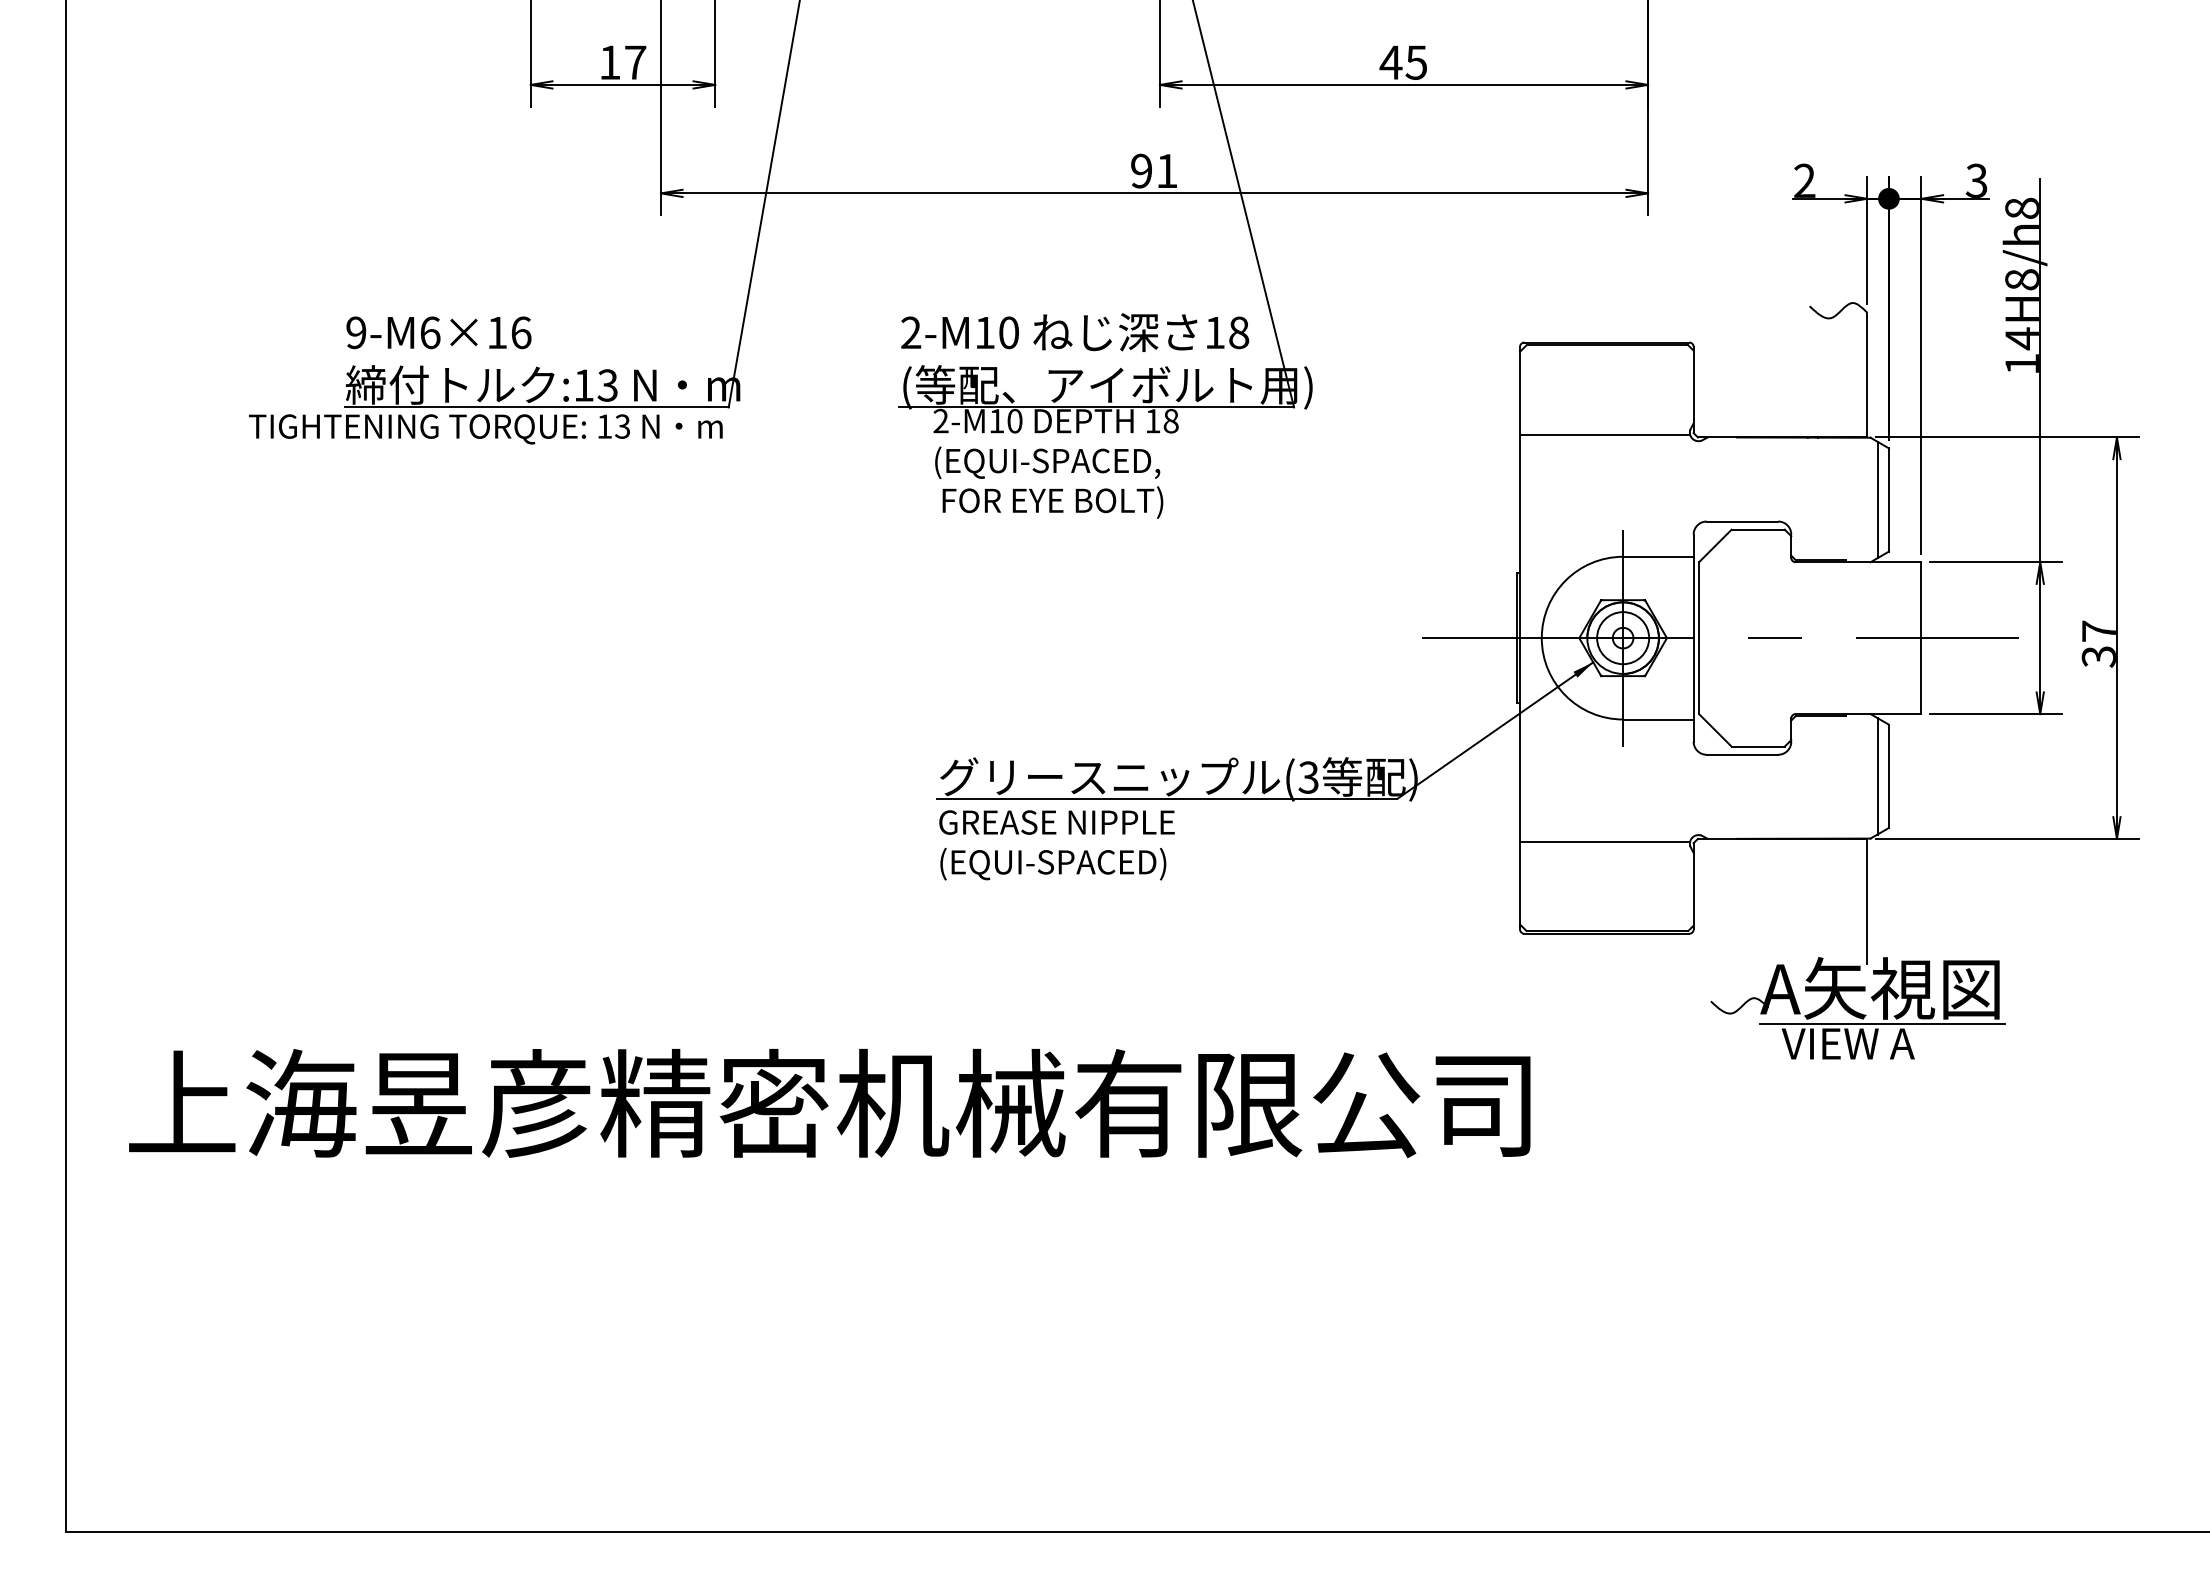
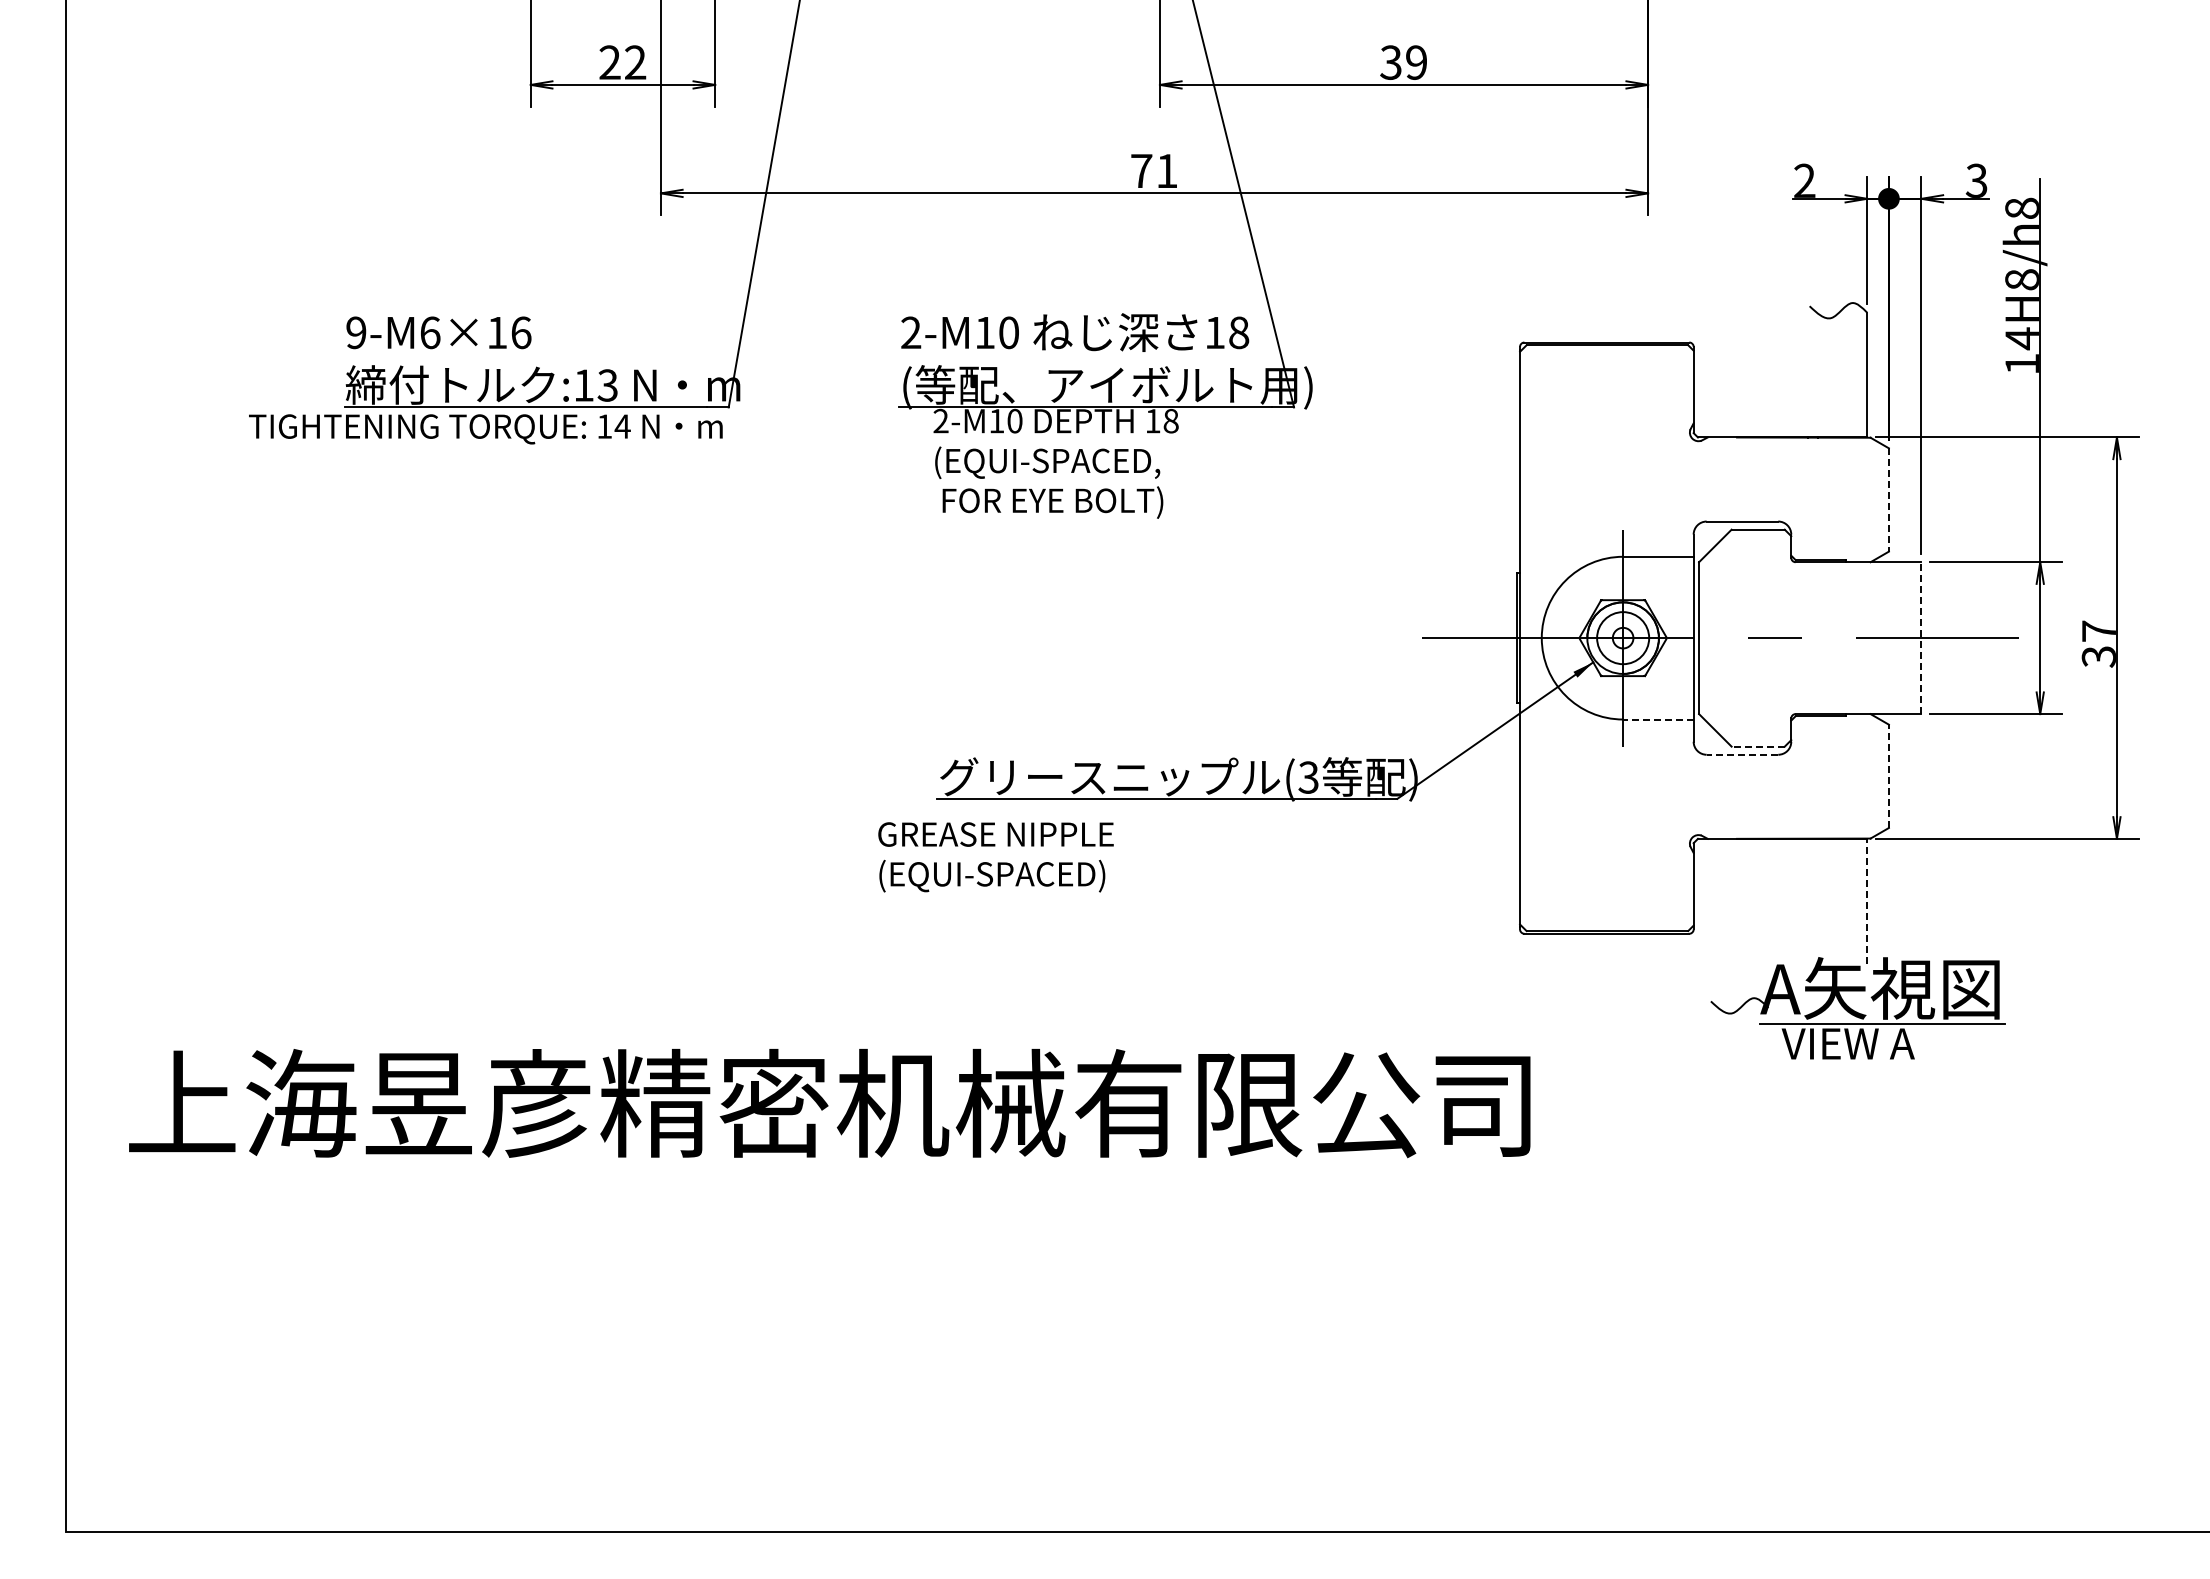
text at (622, 62): 17 -> 22
text at (1402, 62): 45 -> 39
text at (1141, 170): 91 -> 71
text at (622, 426): 13 -> 14
line at (1605, 434): present -> none
line at (1877, 499): present -> none
line at (1888, 499): solid -> dashed
line at (1921, 638): solid -> dashed
line at (1657, 719): solid -> dashed
line at (1758, 746): solid -> dashed
line at (1742, 754): solid -> dashed
line at (1877, 776): present -> none
line at (1888, 776): solid -> dashed
line at (1605, 841): present -> none
text at (1056, 845) position: (1056, 845) -> (995, 857)
line at (1867, 900): solid -> dashed
